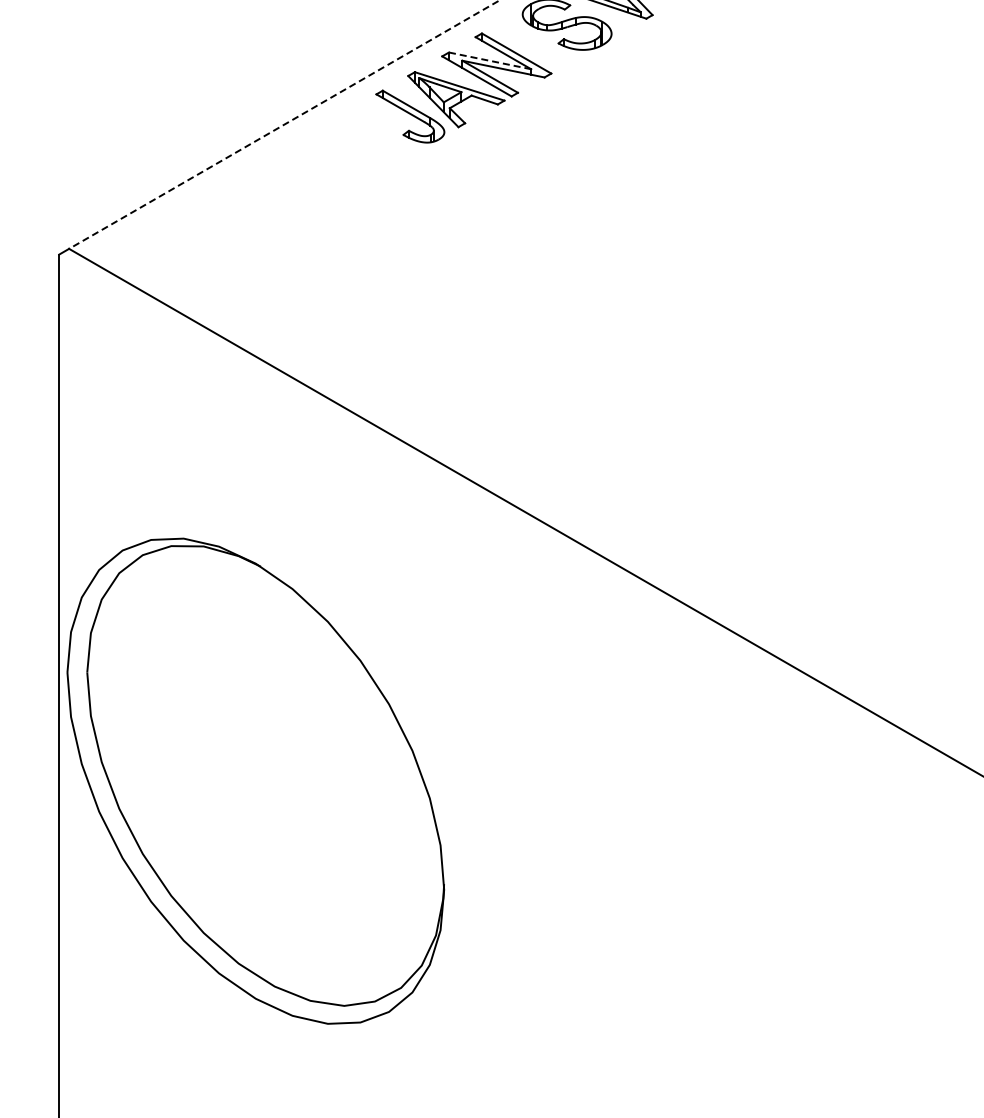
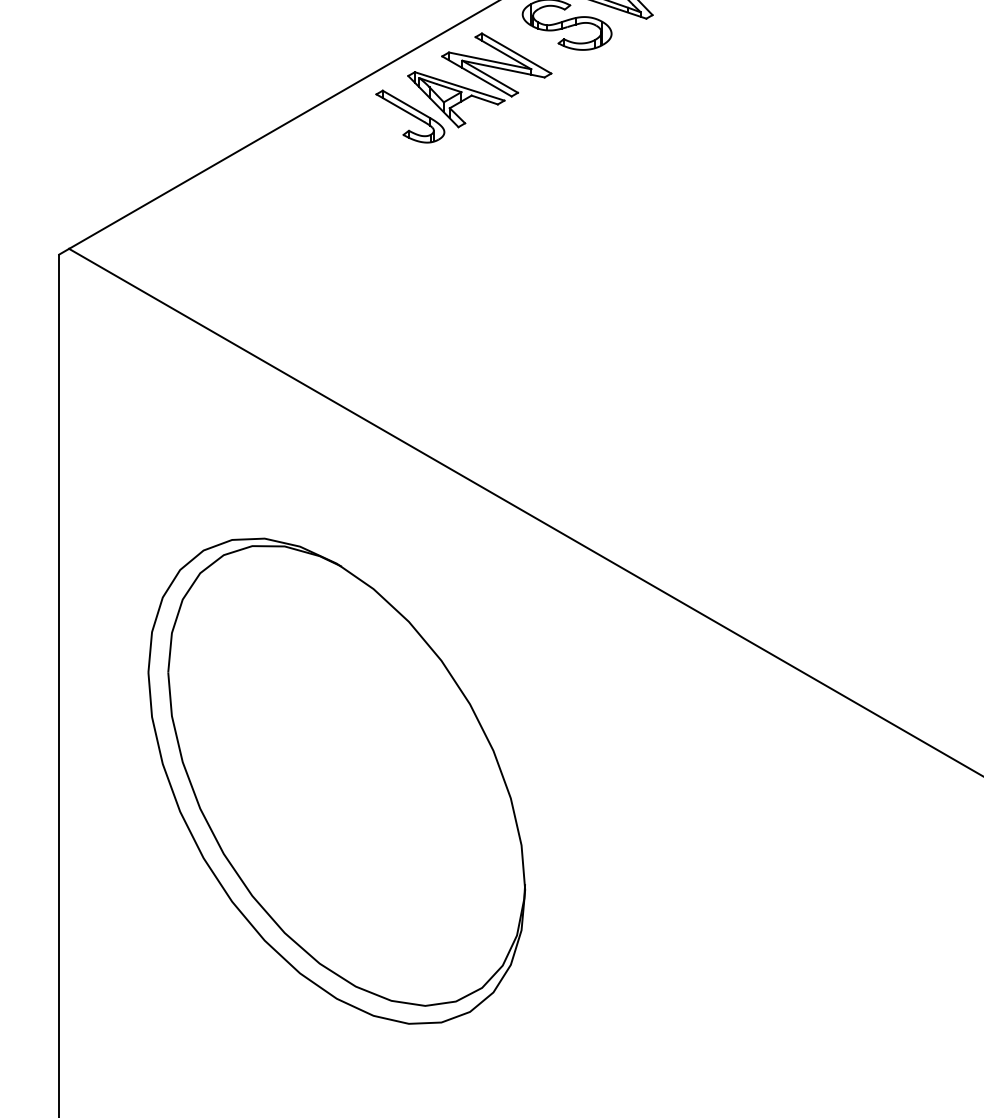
line at (490, 60): dashed -> solid
line at (283, 124): dashed -> solid
part at (255, 780) position: (255, 780) -> (336, 780)
